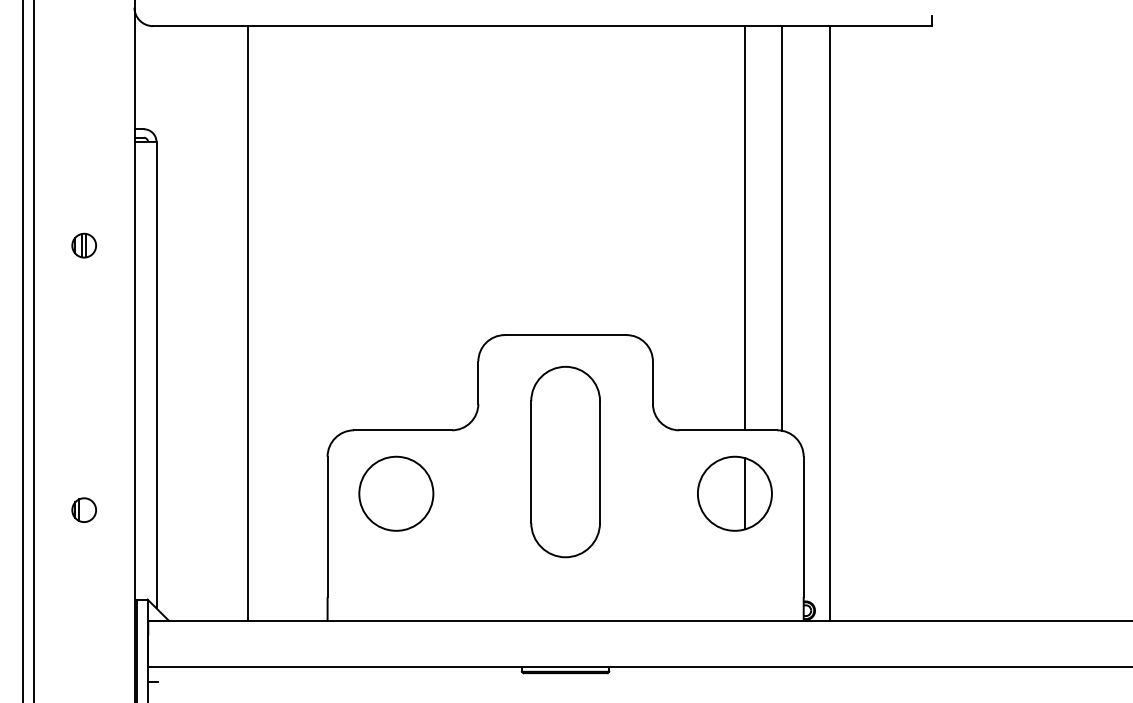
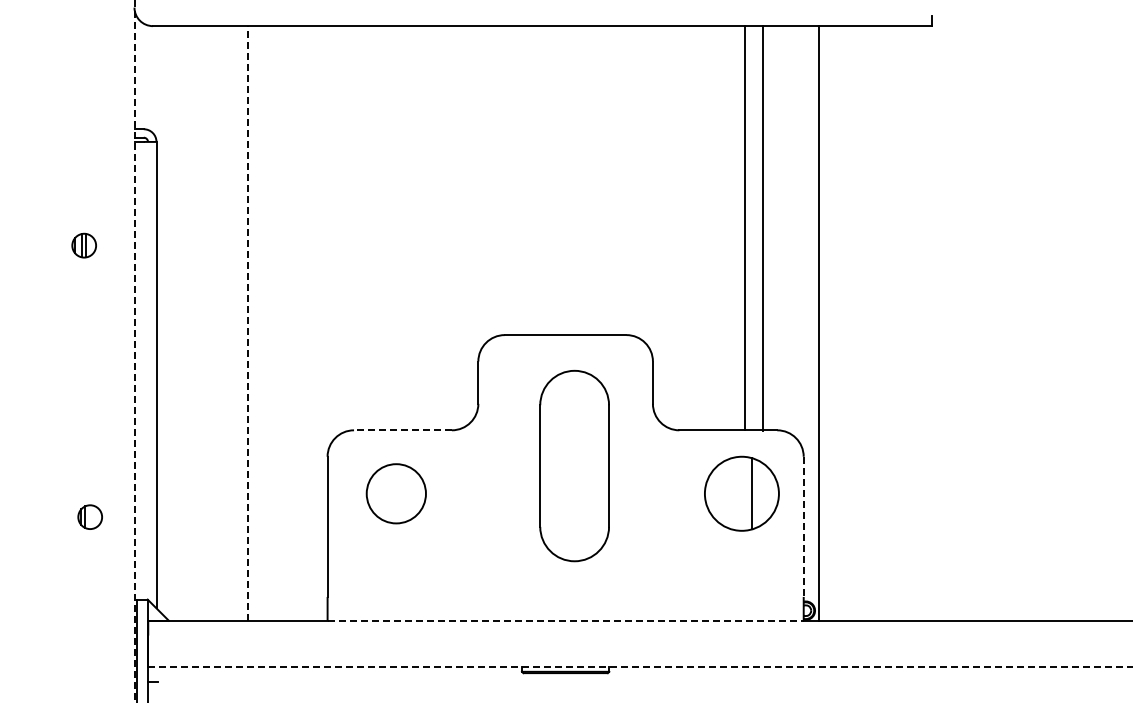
line at (782, 228) position: (782, 228) -> (763, 228)
line at (247, 322): solid -> dashed
line at (829, 323) position: (829, 323) -> (818, 323)
line at (23, 350): present -> none
line at (33, 350): present -> none
line at (134, 352): solid -> dashed
line at (402, 430): solid -> dashed
part at (565, 461) position: (565, 461) -> (574, 465)
circle at (396, 493) diameter: 74 px -> 59 px
part at (734, 493) position: (734, 493) -> (741, 493)
part at (83, 509) position: (83, 509) -> (89, 516)
line at (803, 527): solid -> dashed
line at (566, 620): solid -> dashed
line at (640, 667): solid -> dashed
